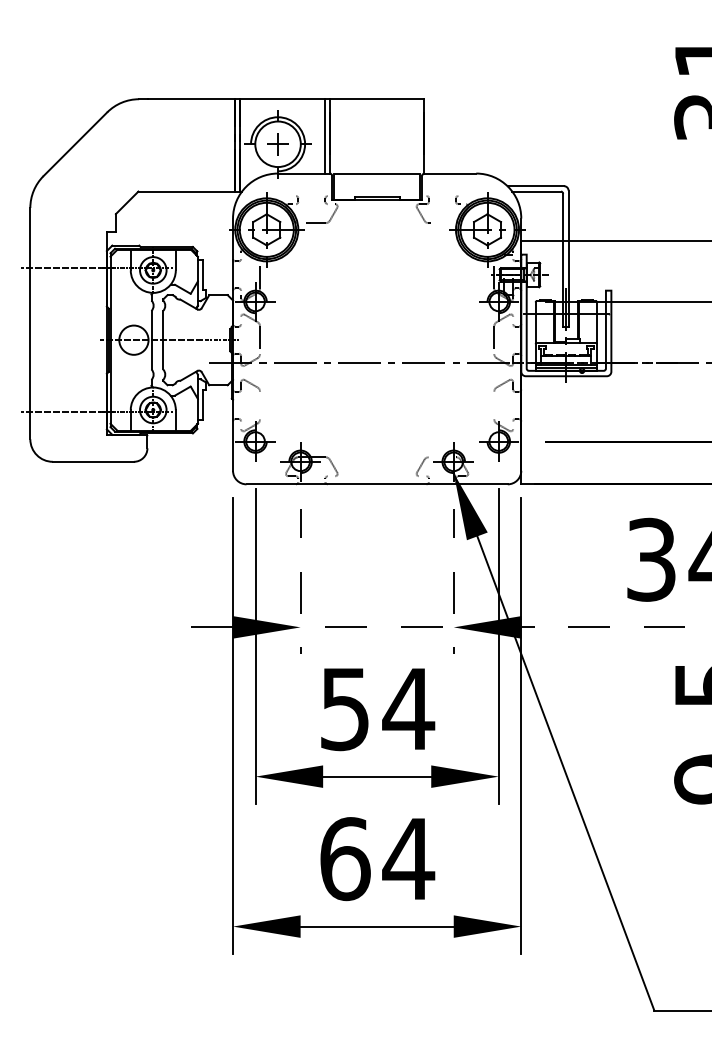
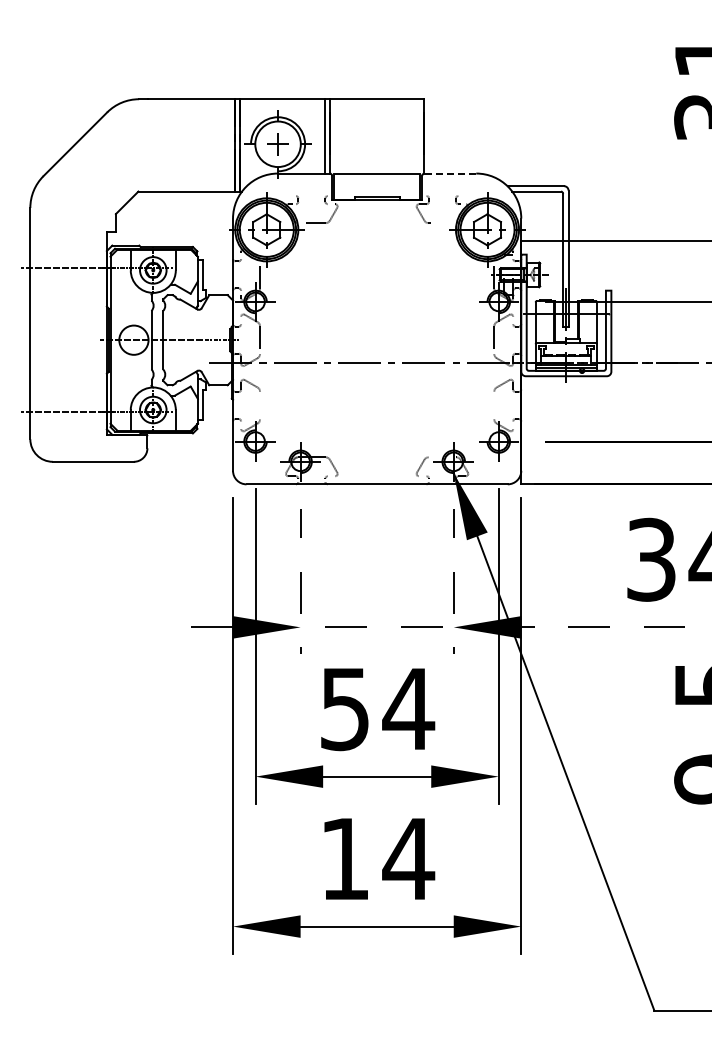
line at (450, 173): solid -> dashed
text at (345, 859): 64 -> 14
